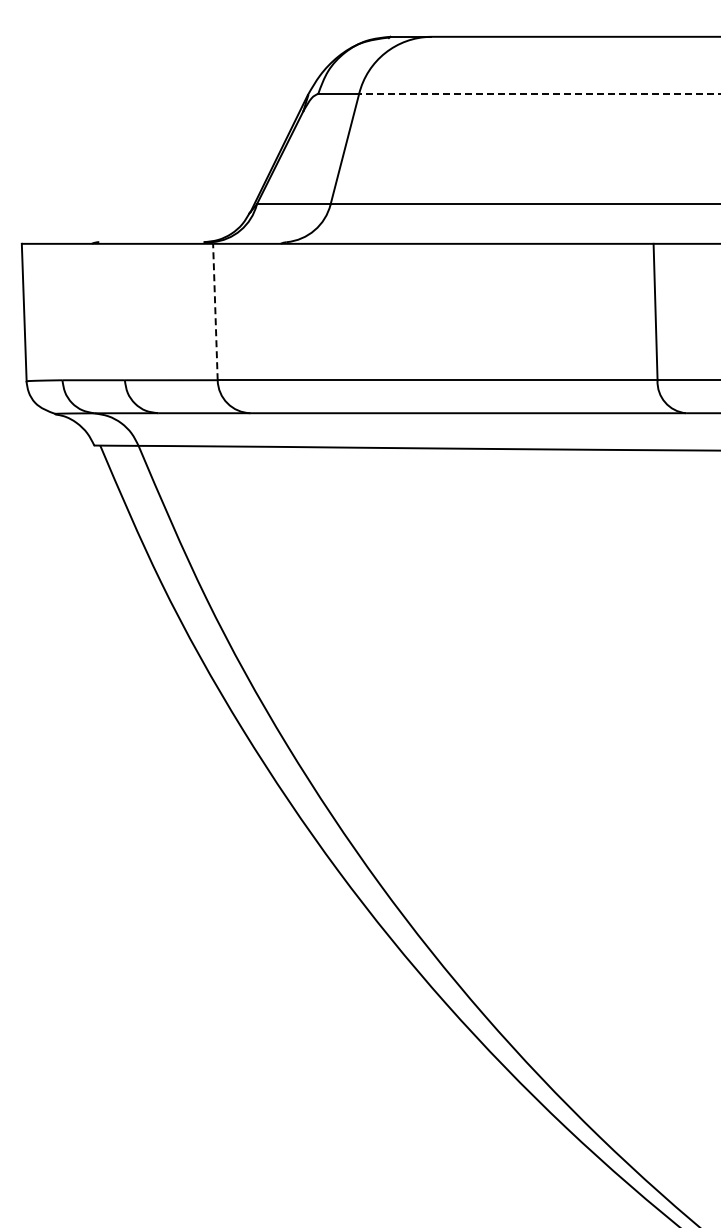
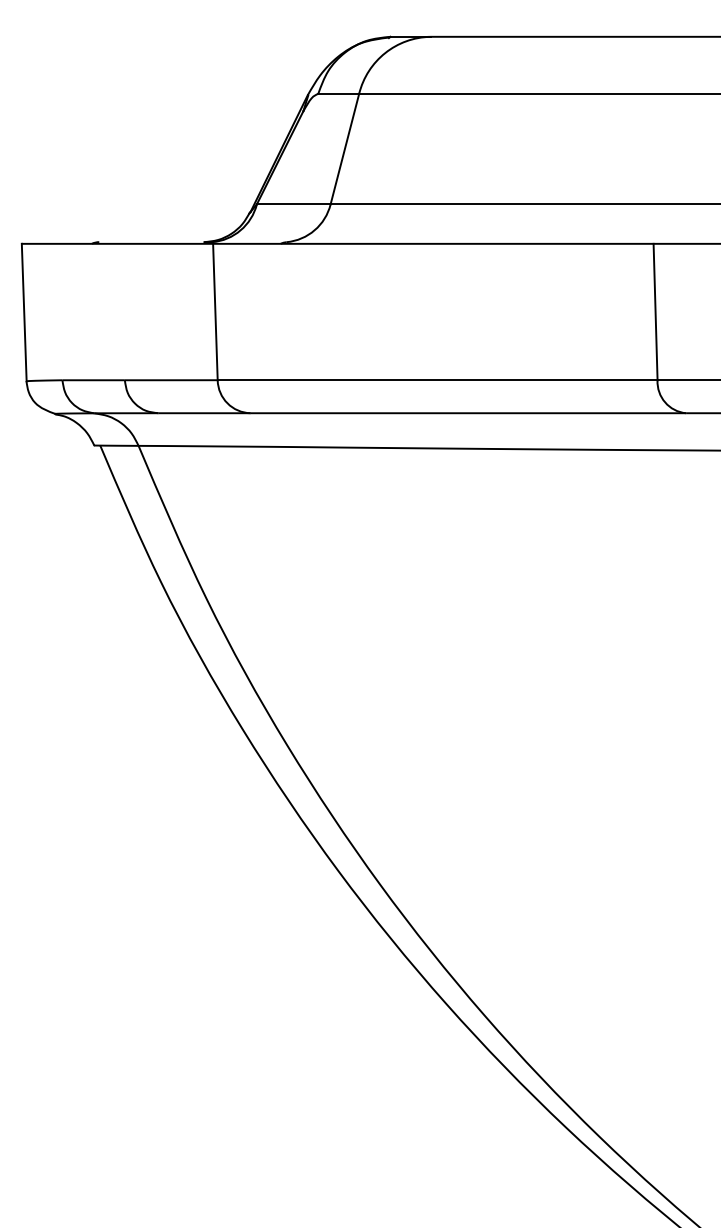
line at (539, 93): dashed -> solid
line at (215, 311): dashed -> solid
